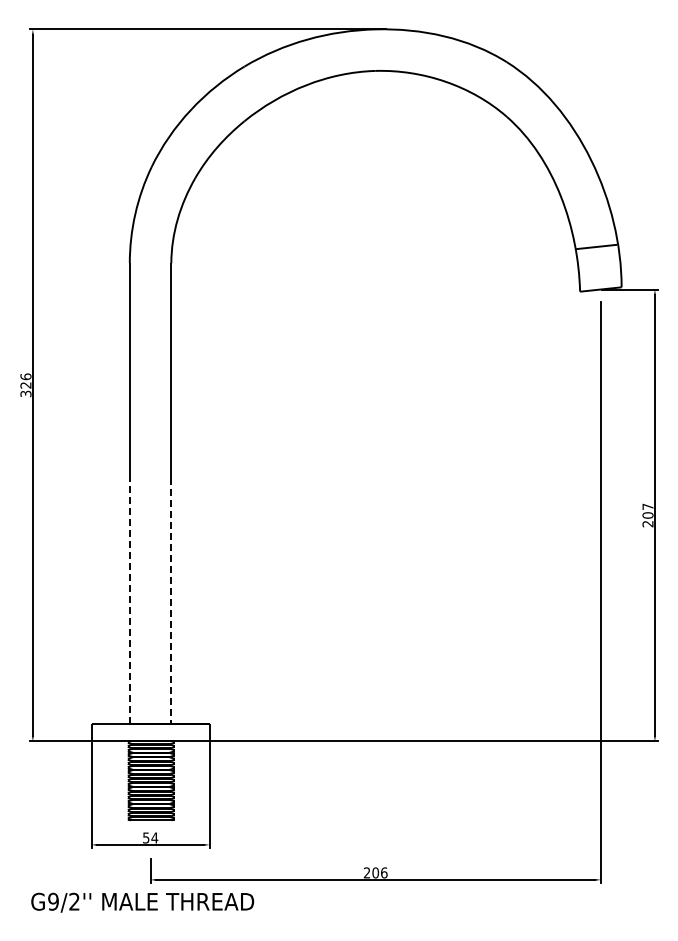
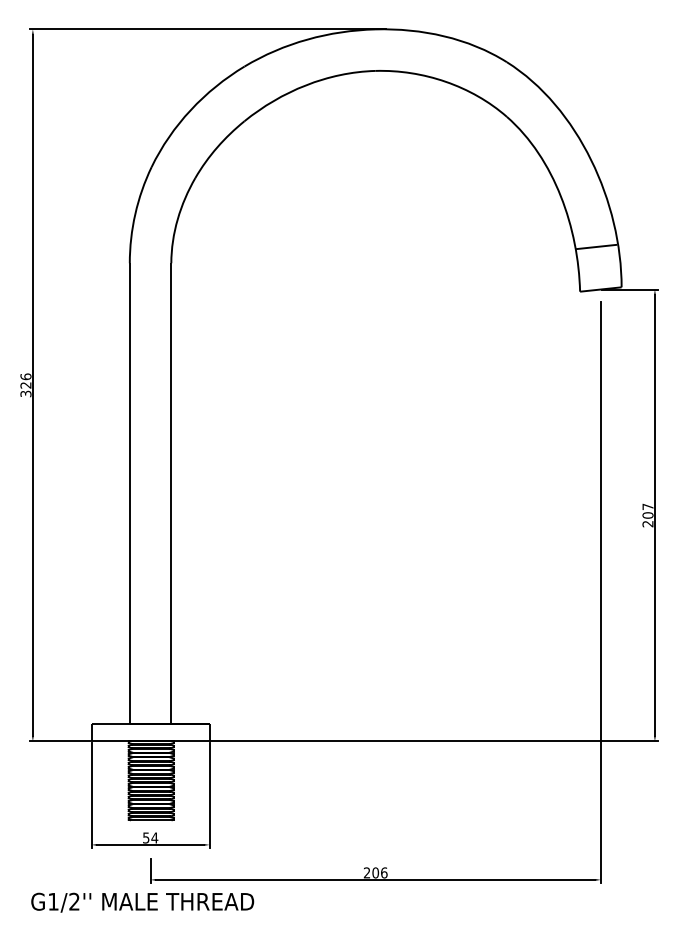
line at (129, 600): dashed -> solid
line at (171, 601): dashed -> solid
text at (53, 901): G9/2'' -> G1/2''
